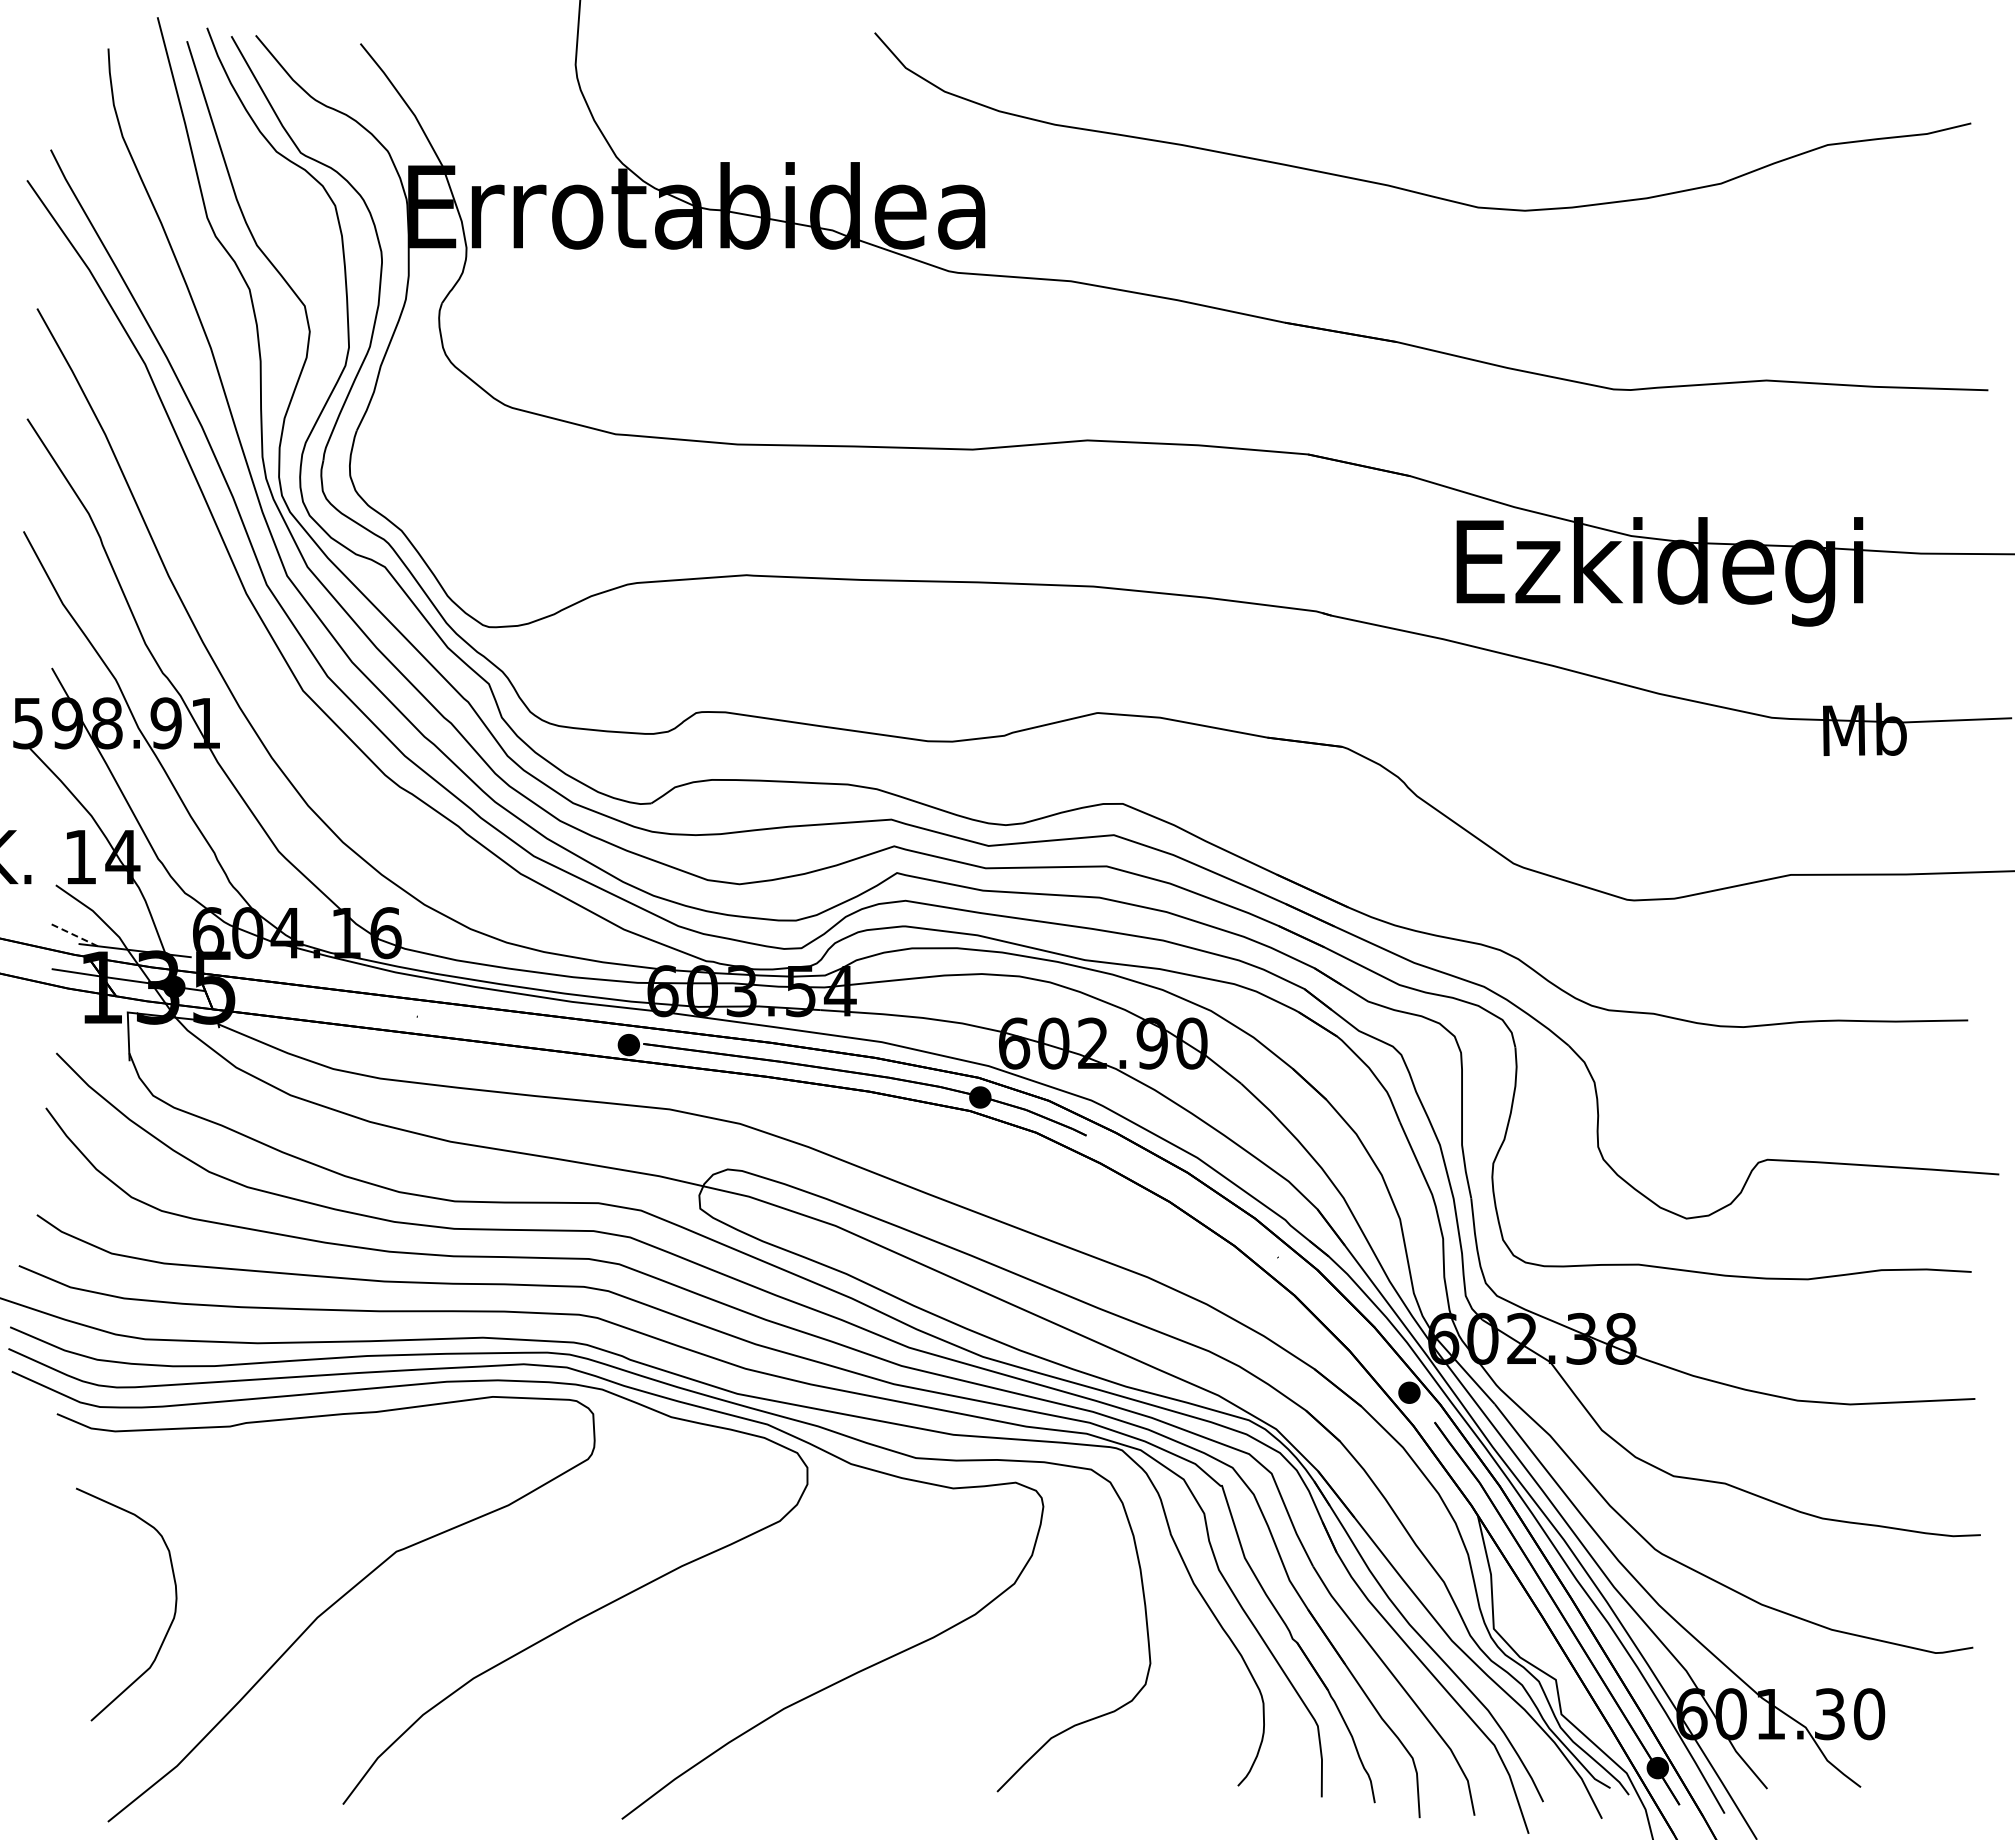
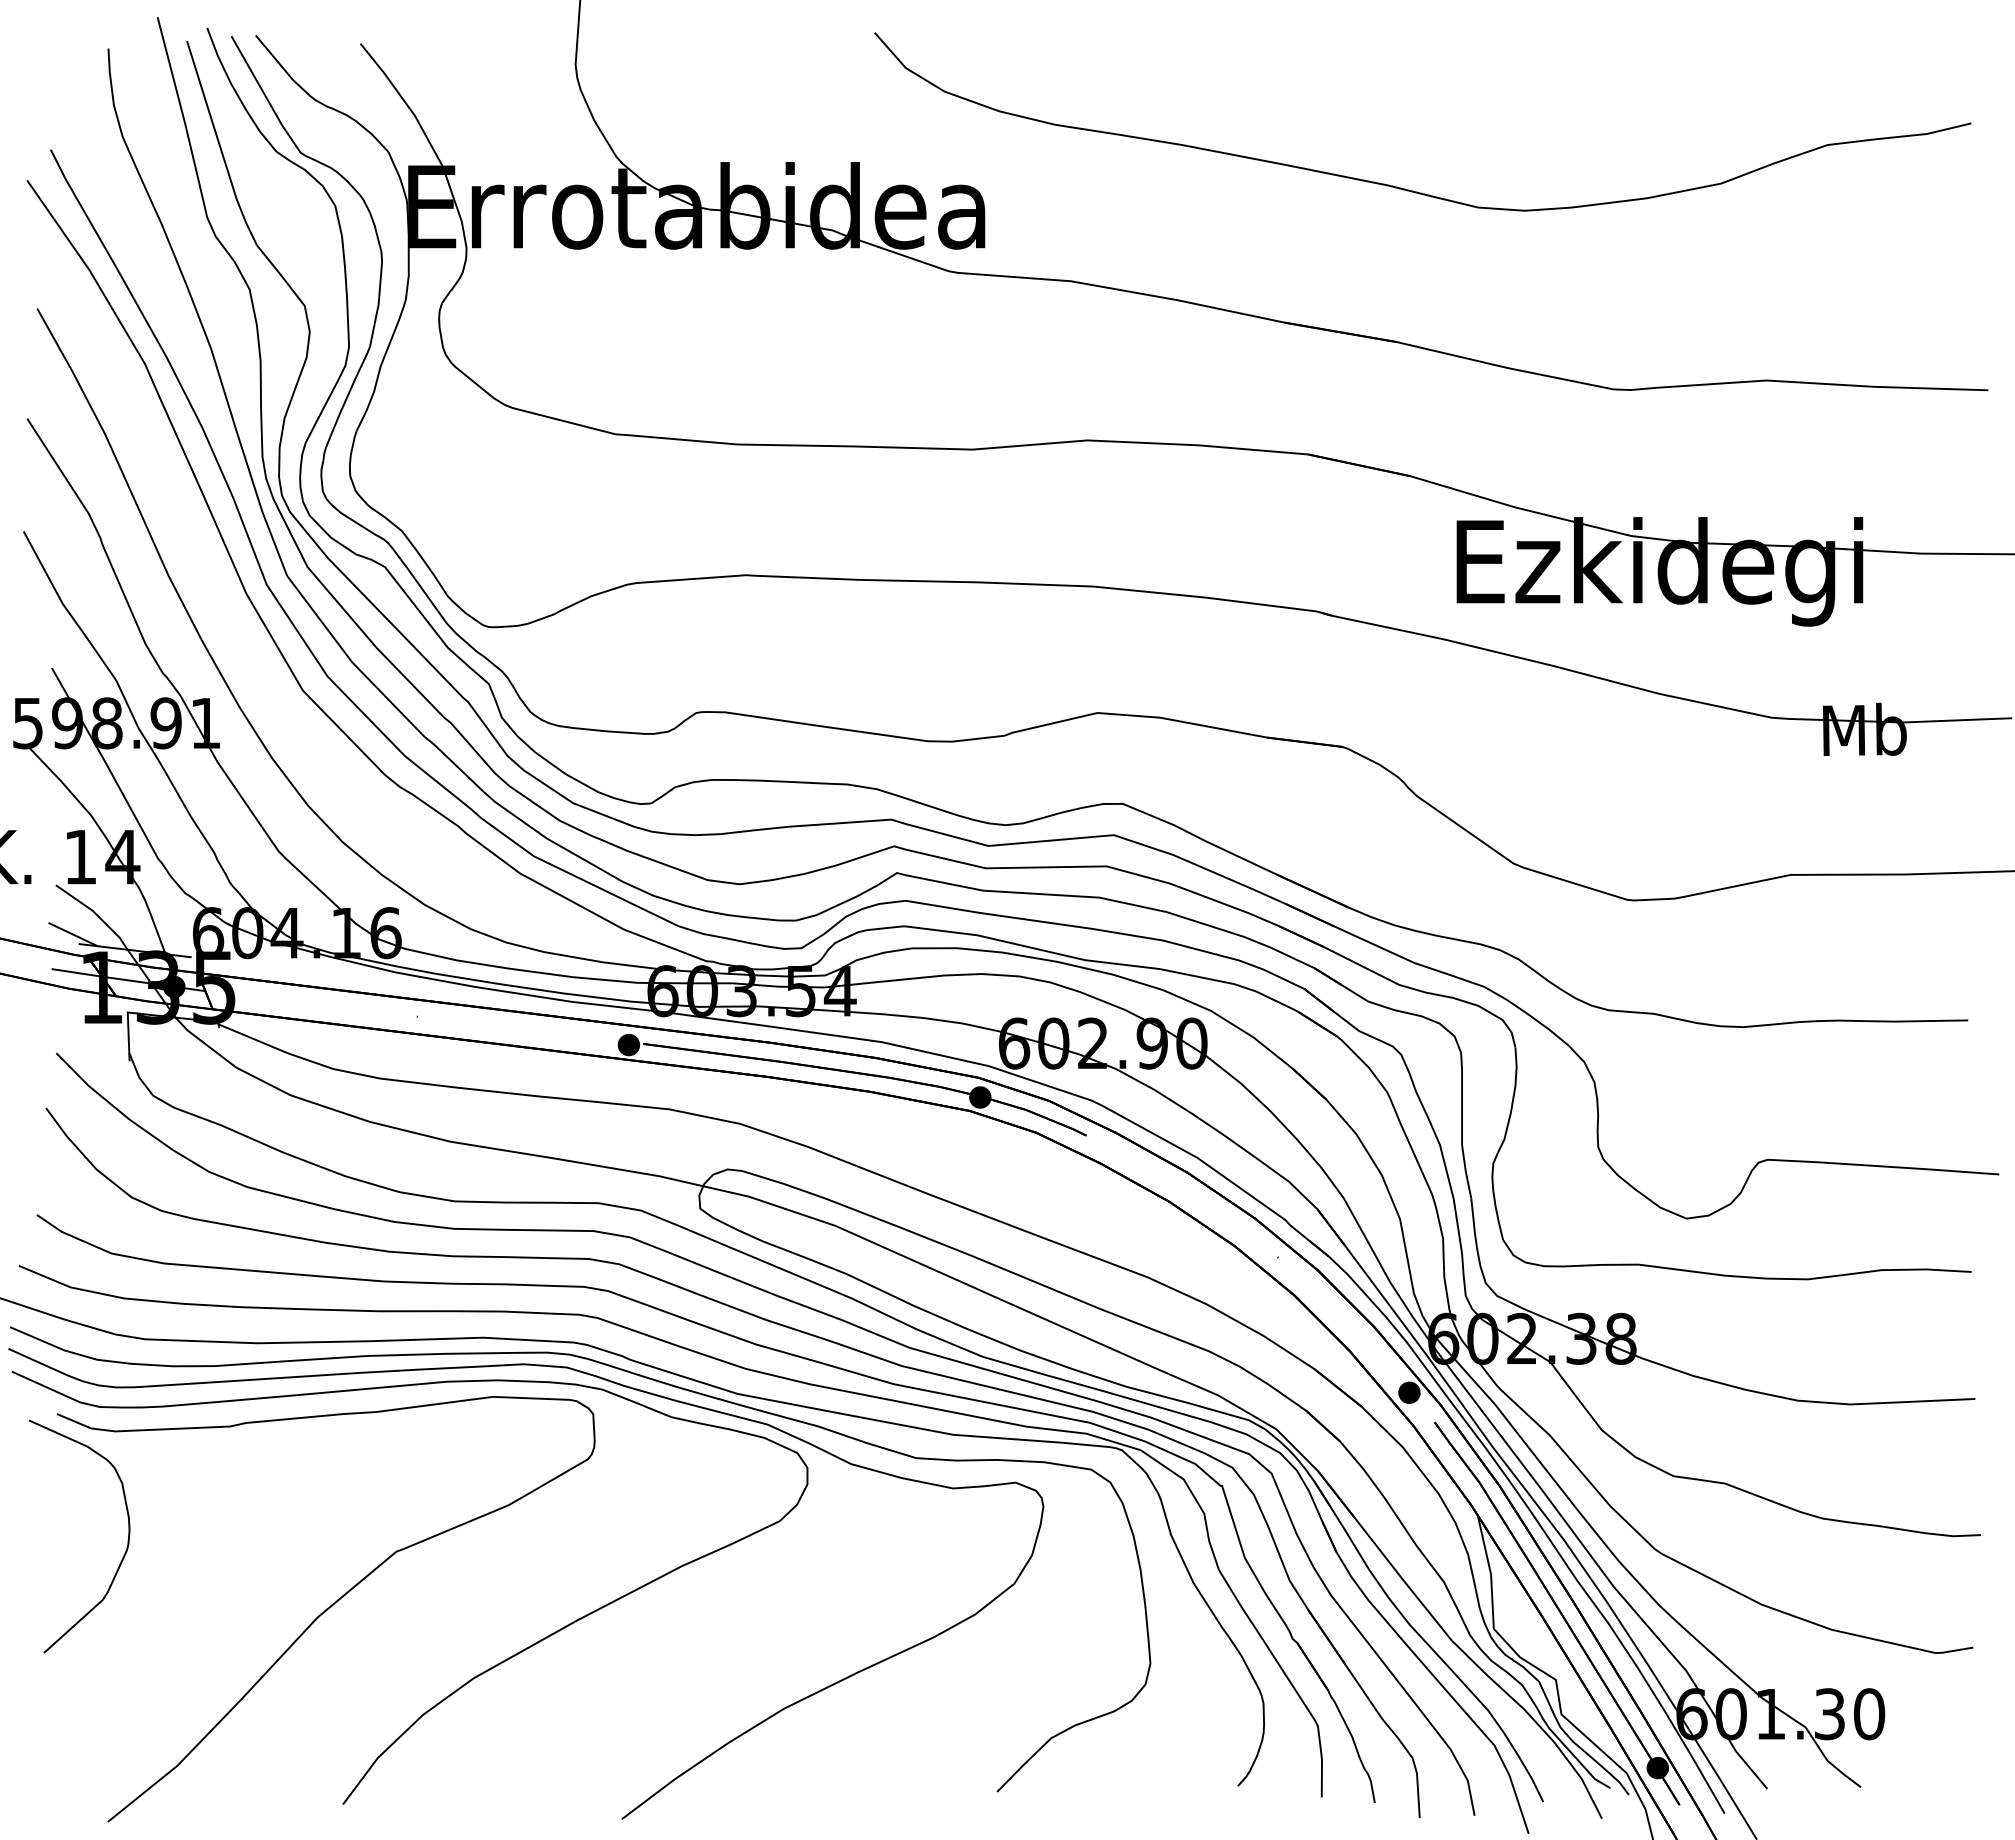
line at (72, 934): dashed -> solid
curve at (169, 1625) position: (169, 1625) -> (122, 1557)
